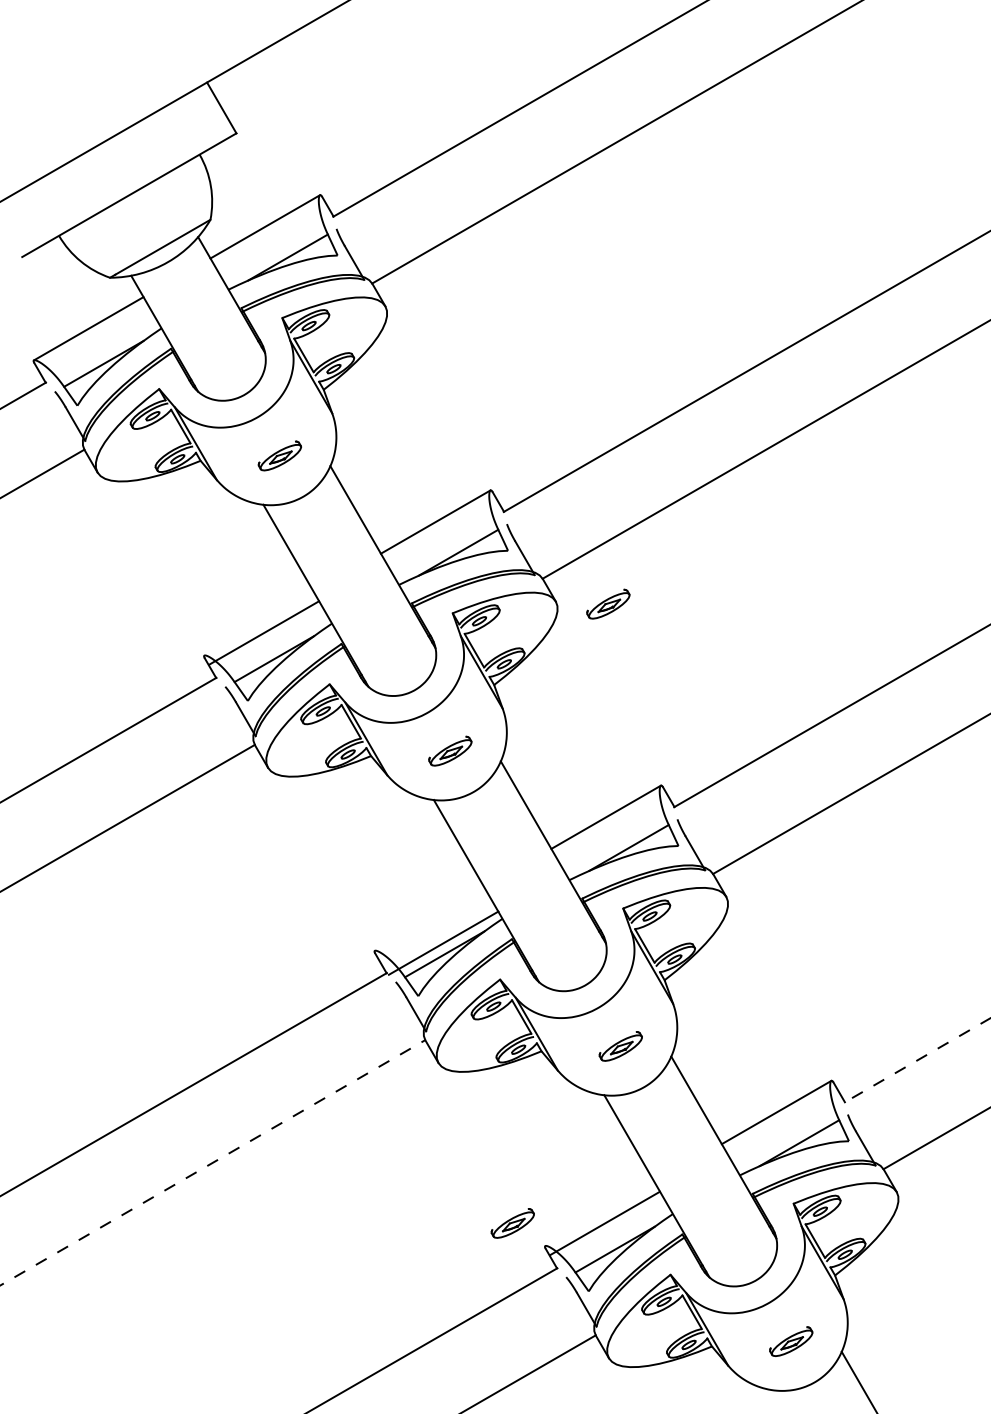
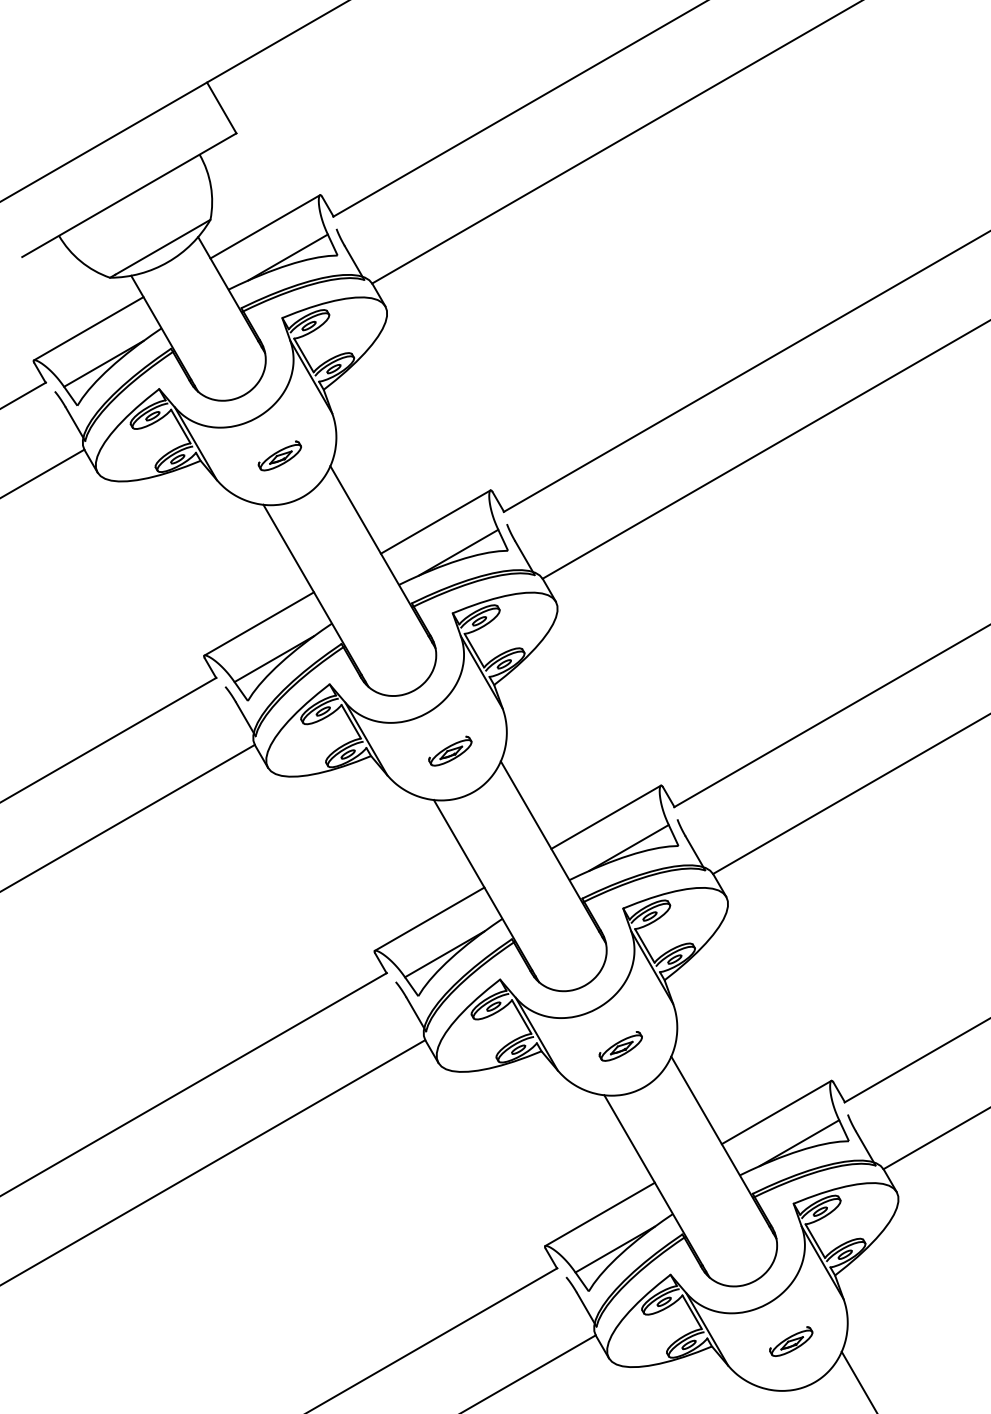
part at (608, 603): present -> none
line at (264, 632) position: (264, 632) -> (259, 623)
line at (443, 942) position: (443, 942) -> (429, 918)
line at (917, 1060): dashed -> solid
line at (213, 1162): dashed -> solid
part at (512, 1223): present -> none
line at (604, 1223) position: (604, 1223) -> (599, 1214)
